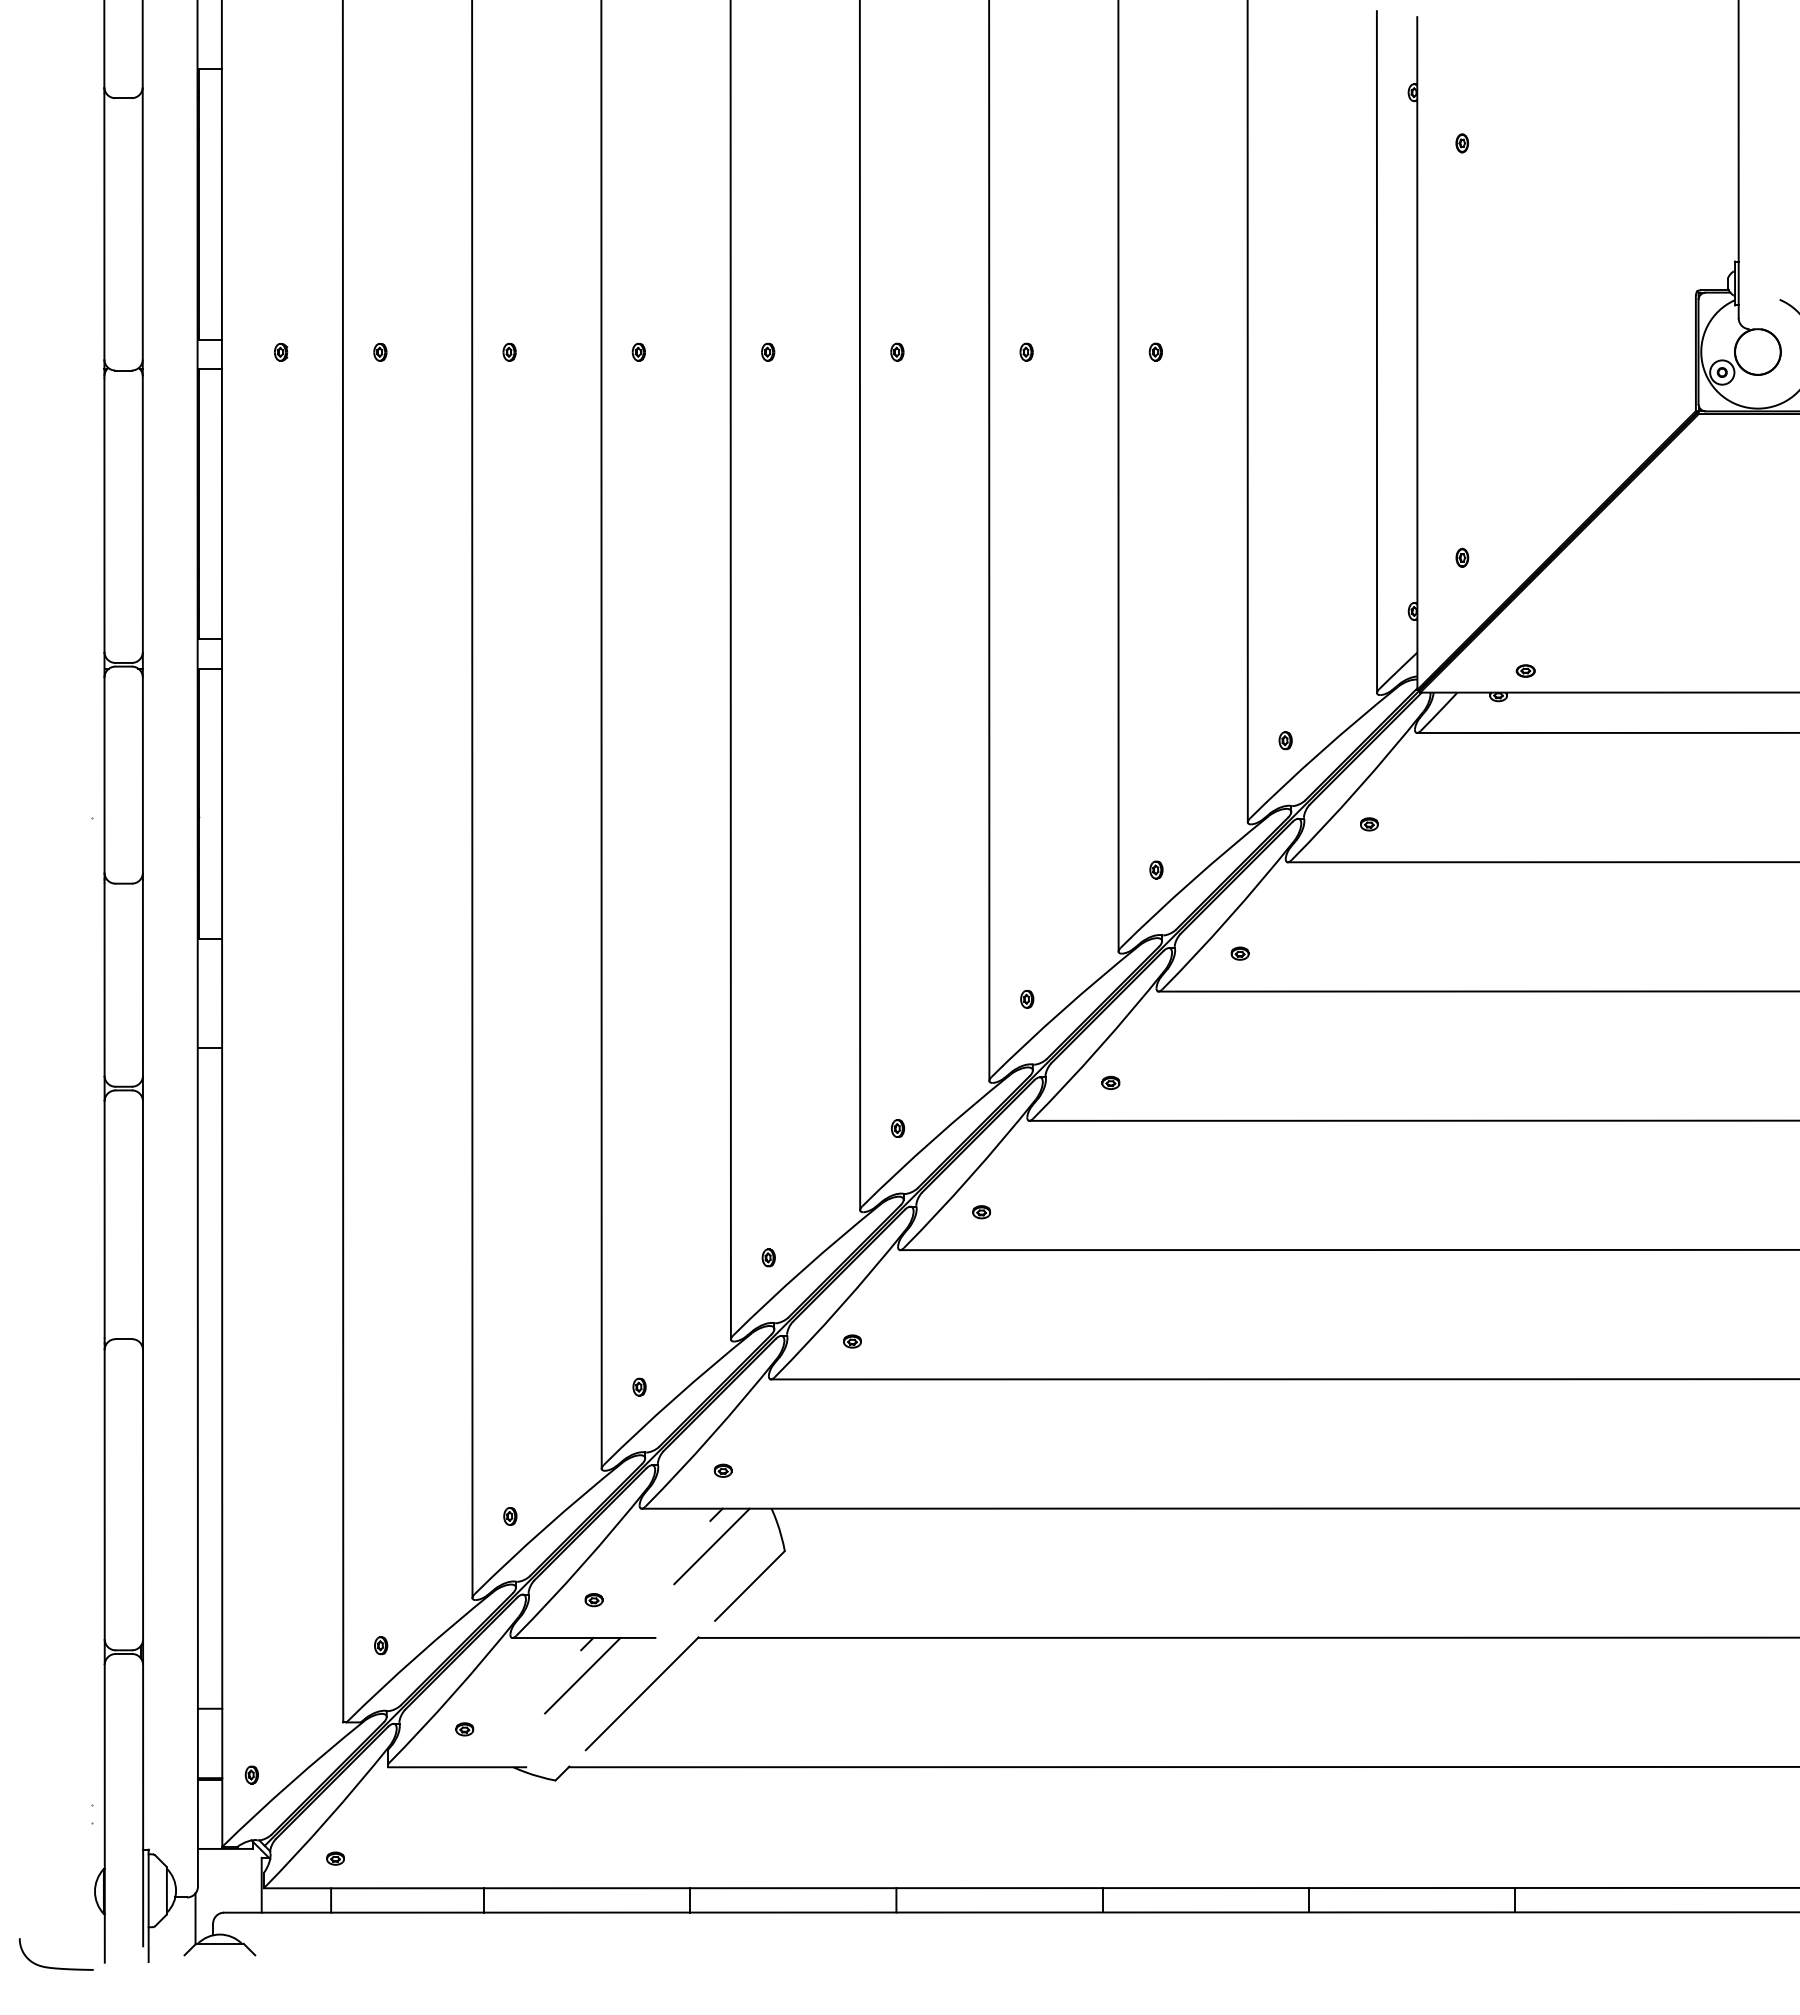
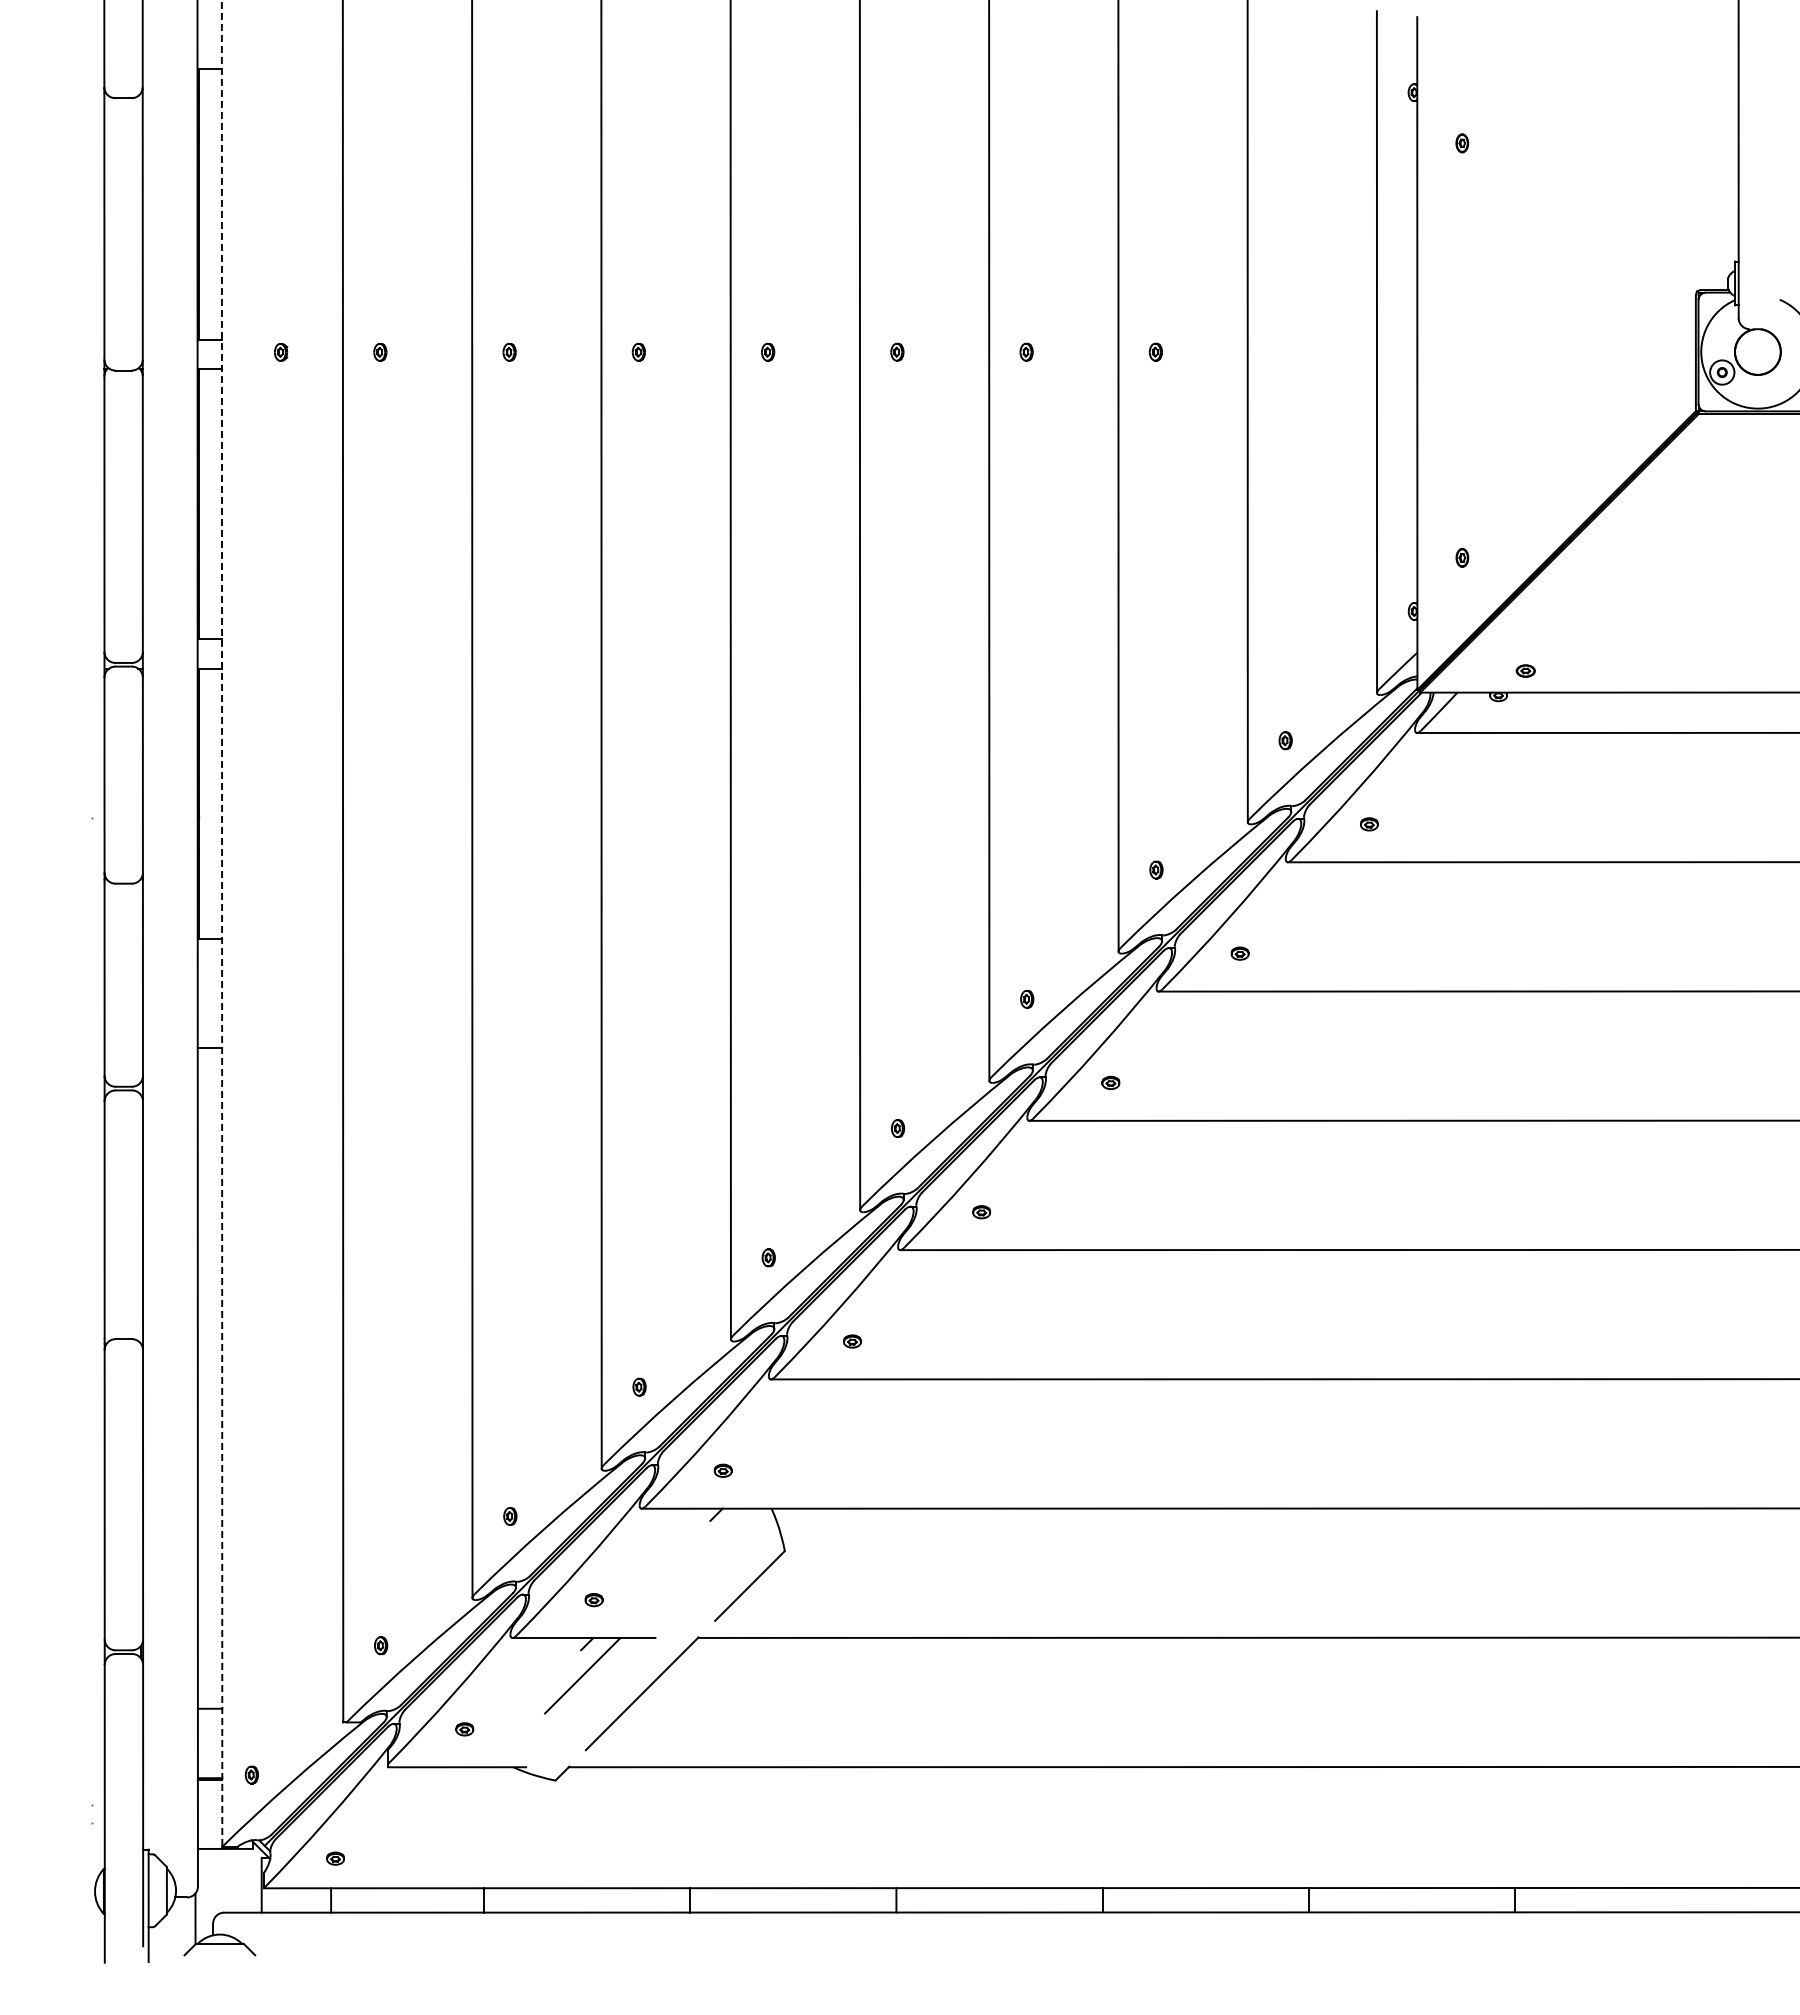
line at (222, 923): solid -> dashed
line at (711, 1546): present -> none
curve at (55, 1967): present -> none
